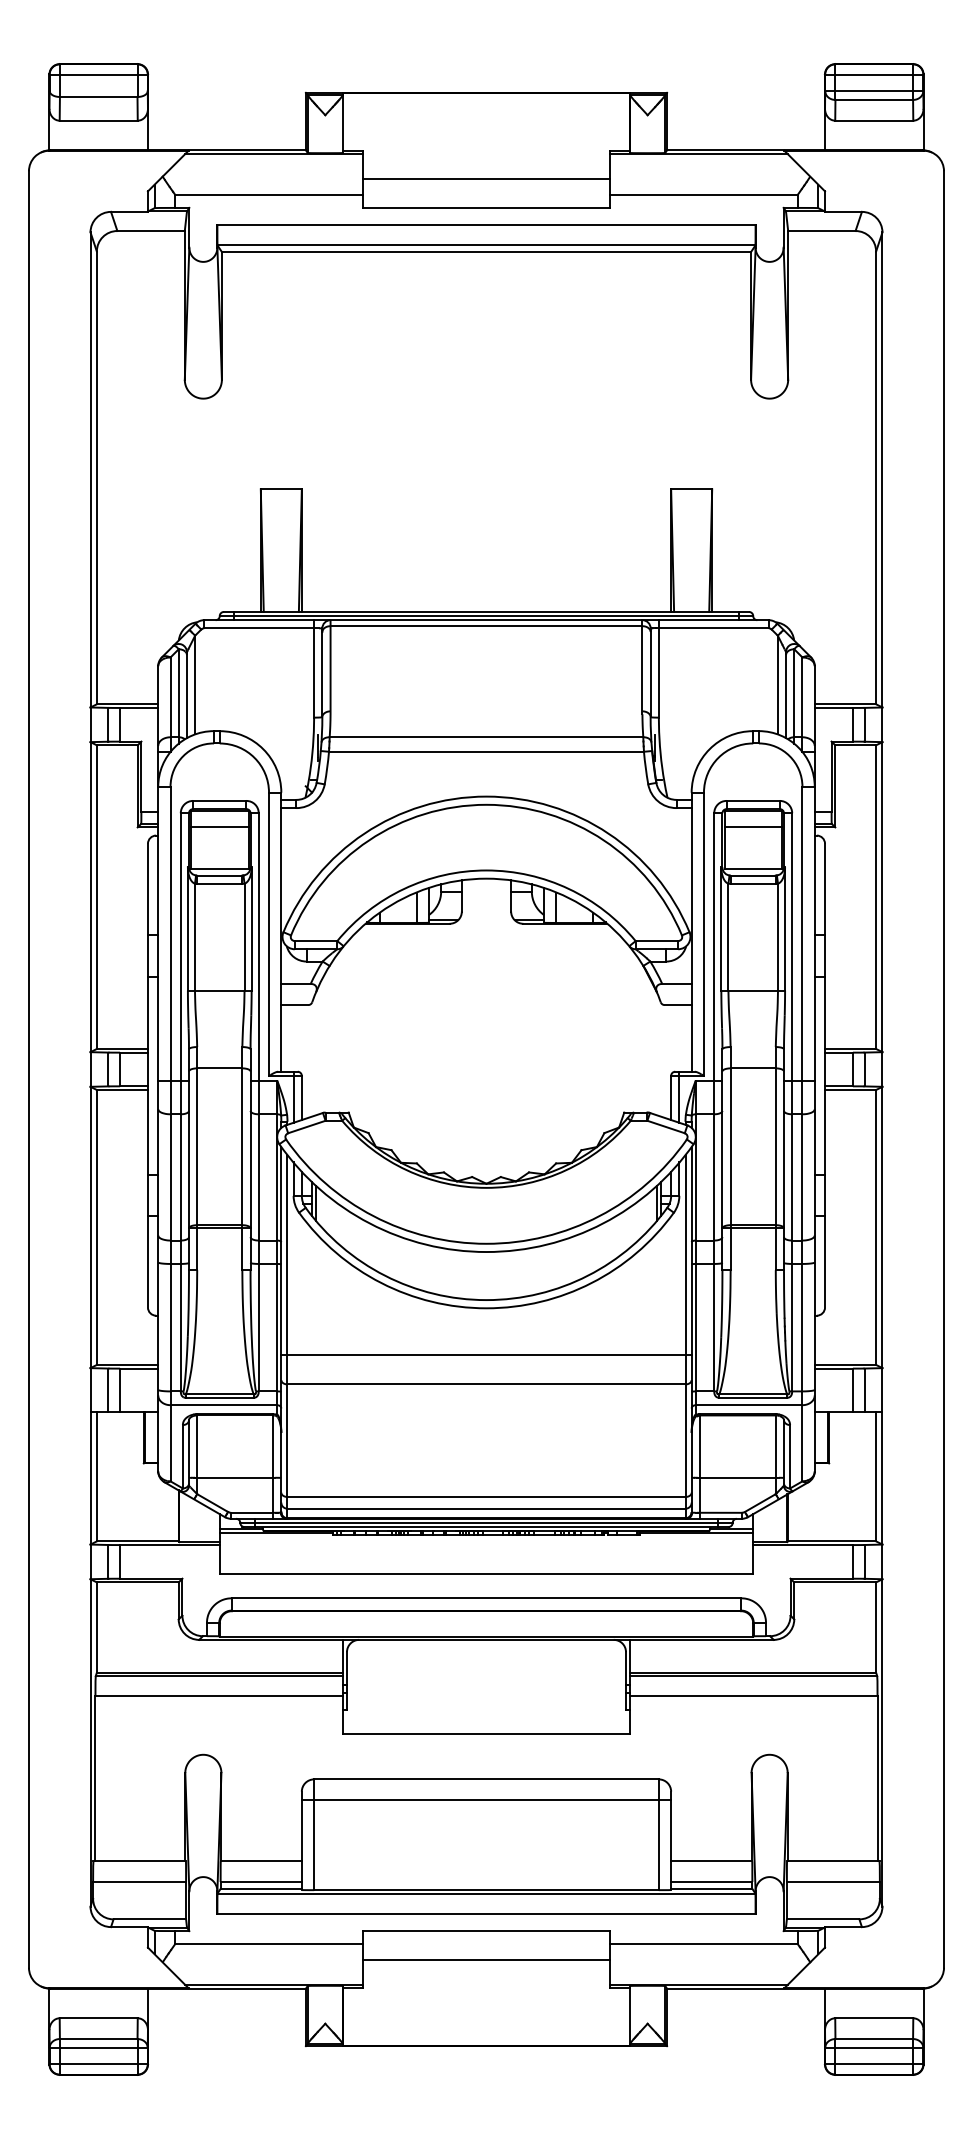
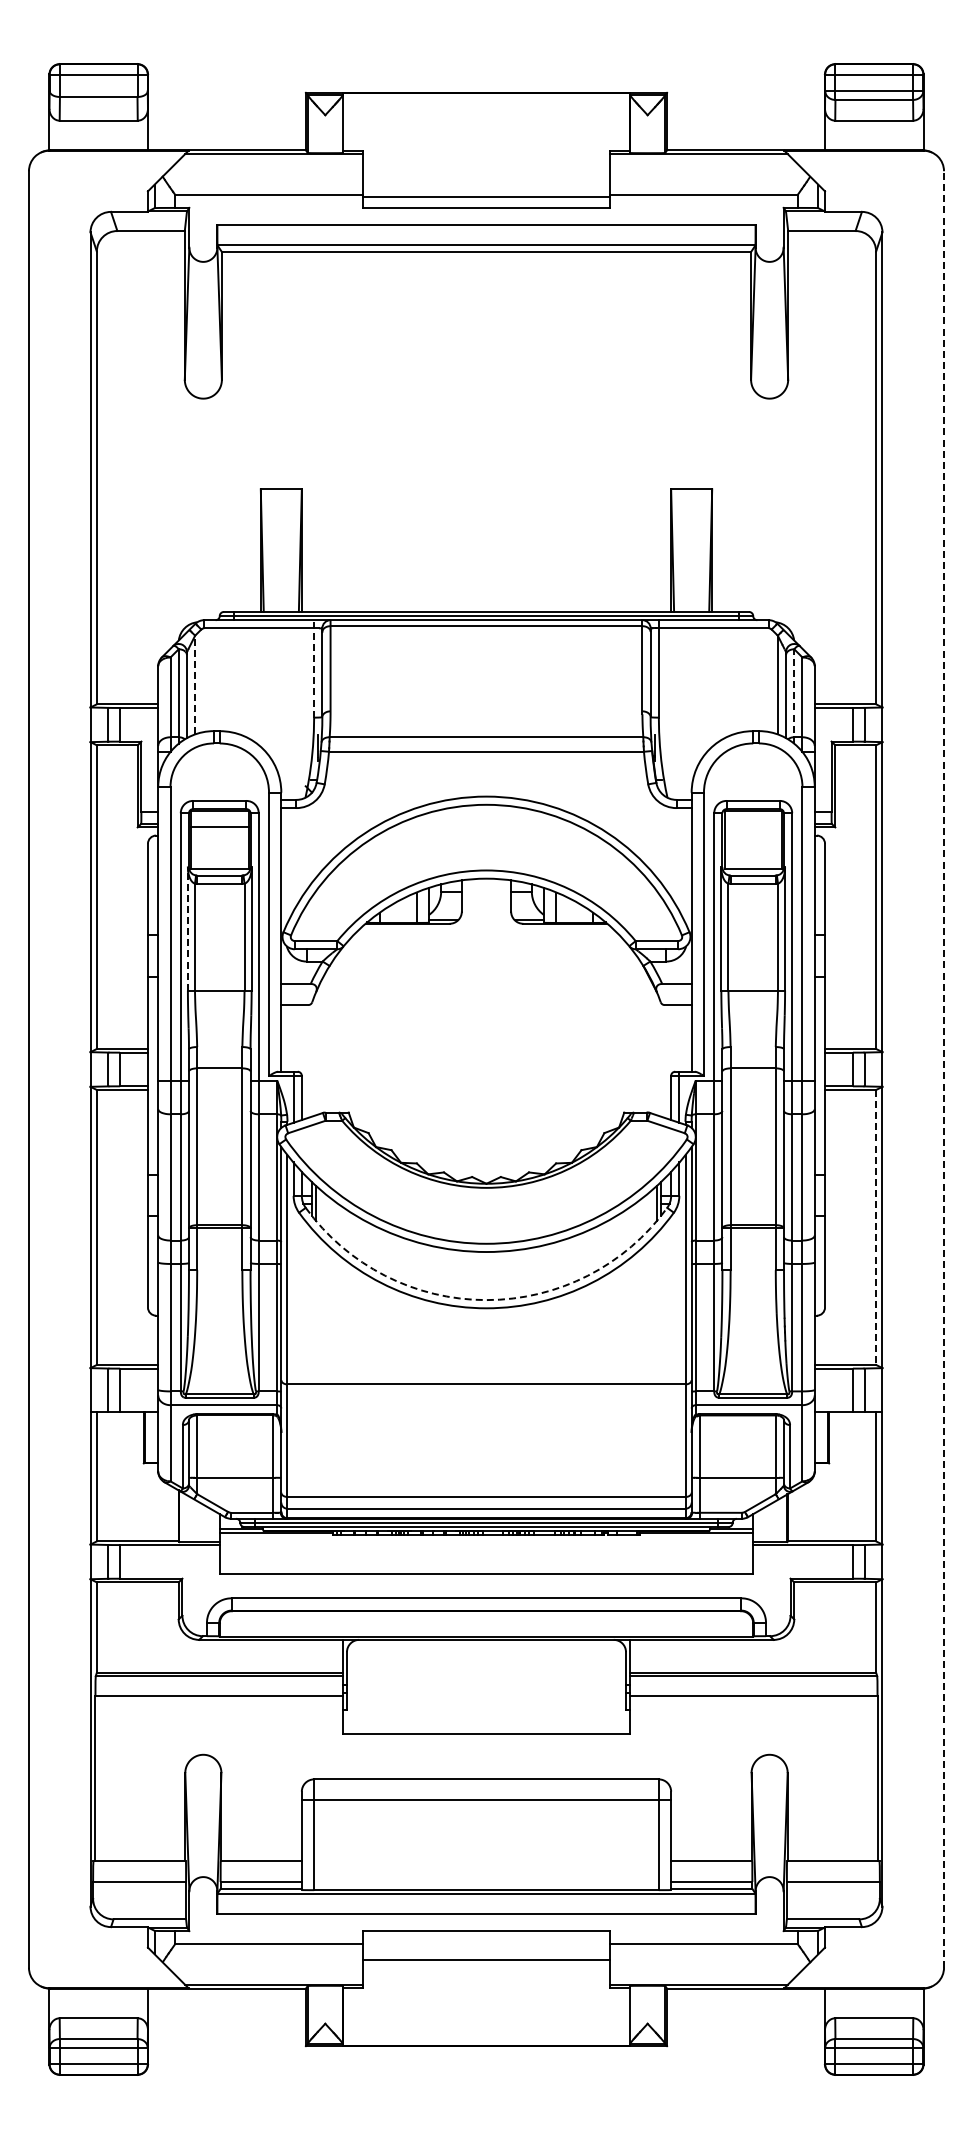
line at (486, 179) position: (486, 179) -> (486, 197)
line at (314, 668): solid -> dashed
line at (195, 684): solid -> dashed
line at (794, 696): solid -> dashed
line at (752, 826): present -> none
line at (187, 929): solid -> dashed
line at (944, 1069): solid -> dashed
line at (876, 1227): solid -> dashed
arc at (486, 1300): solid -> dashed
line at (486, 1355): present -> none
